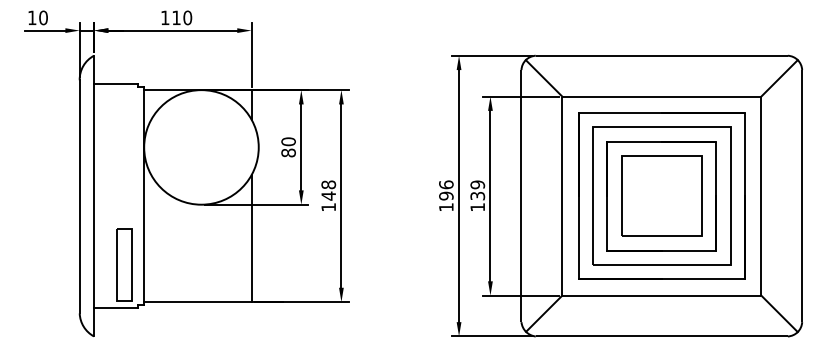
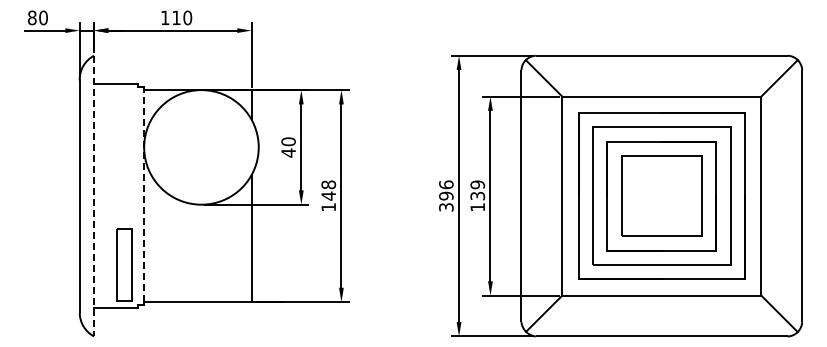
text at (32, 17): 10 -> 80
text at (288, 152): 80 -> 40
line at (94, 196): solid -> dashed
line at (144, 196): solid -> dashed
text at (446, 207): 196 -> 396
